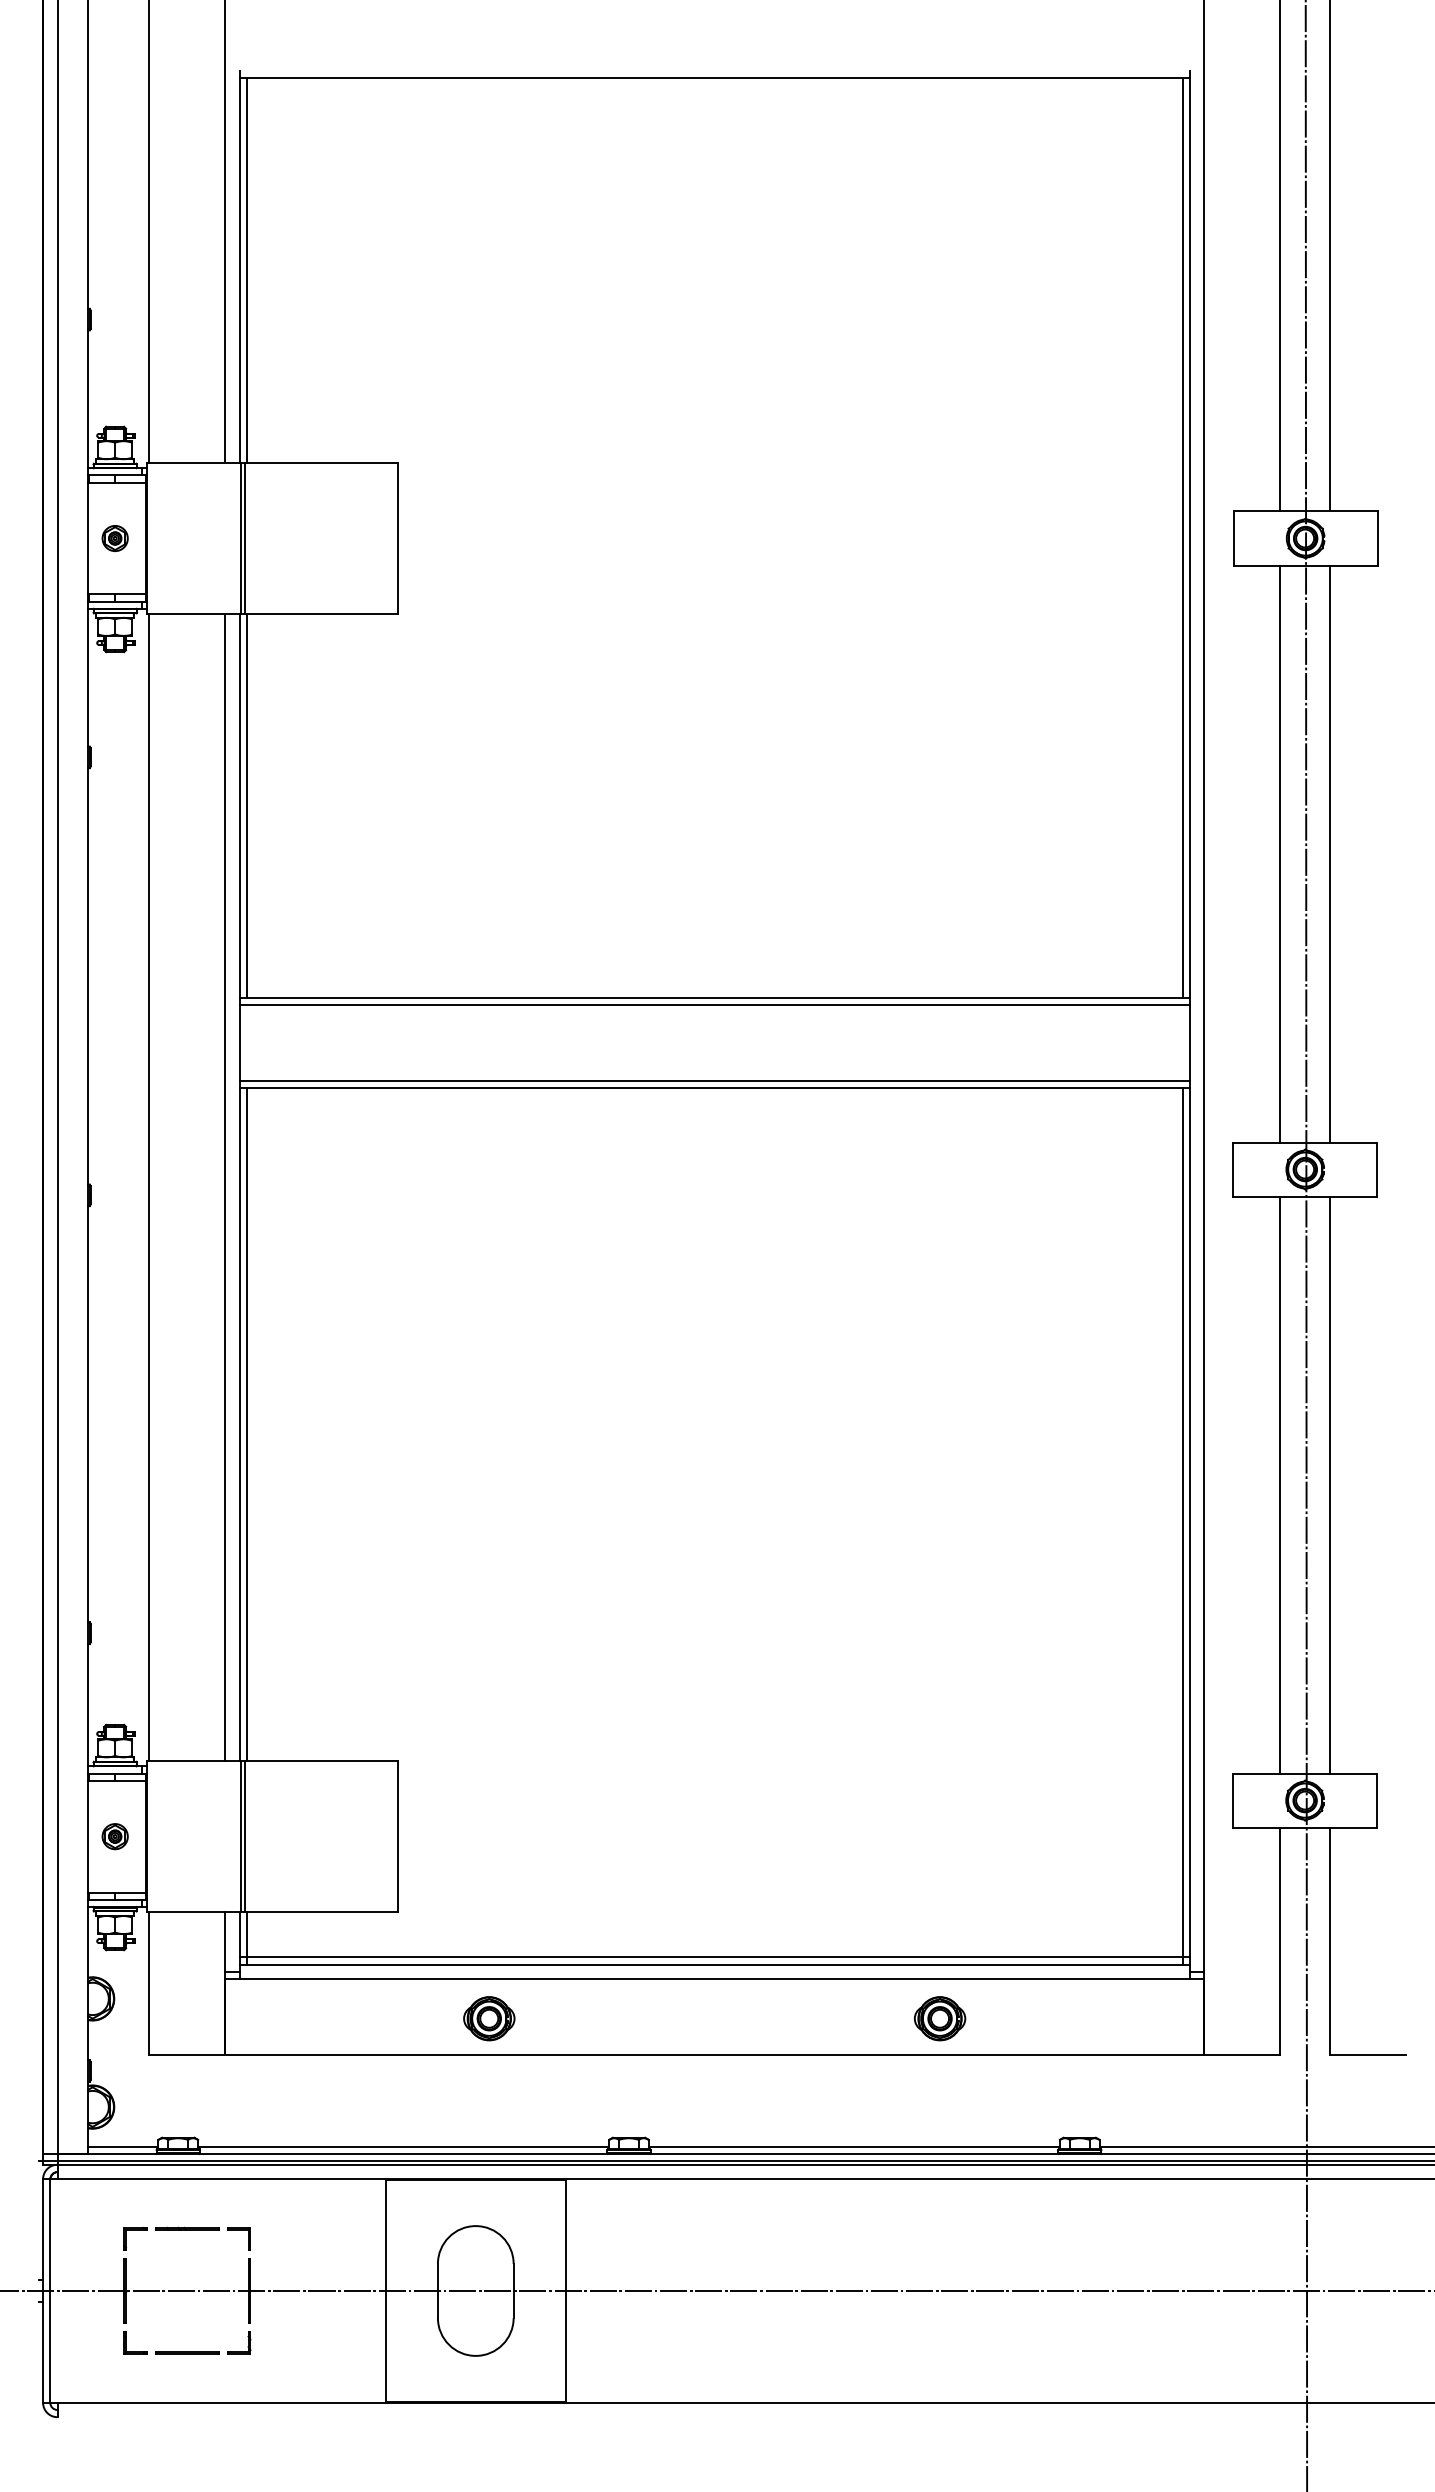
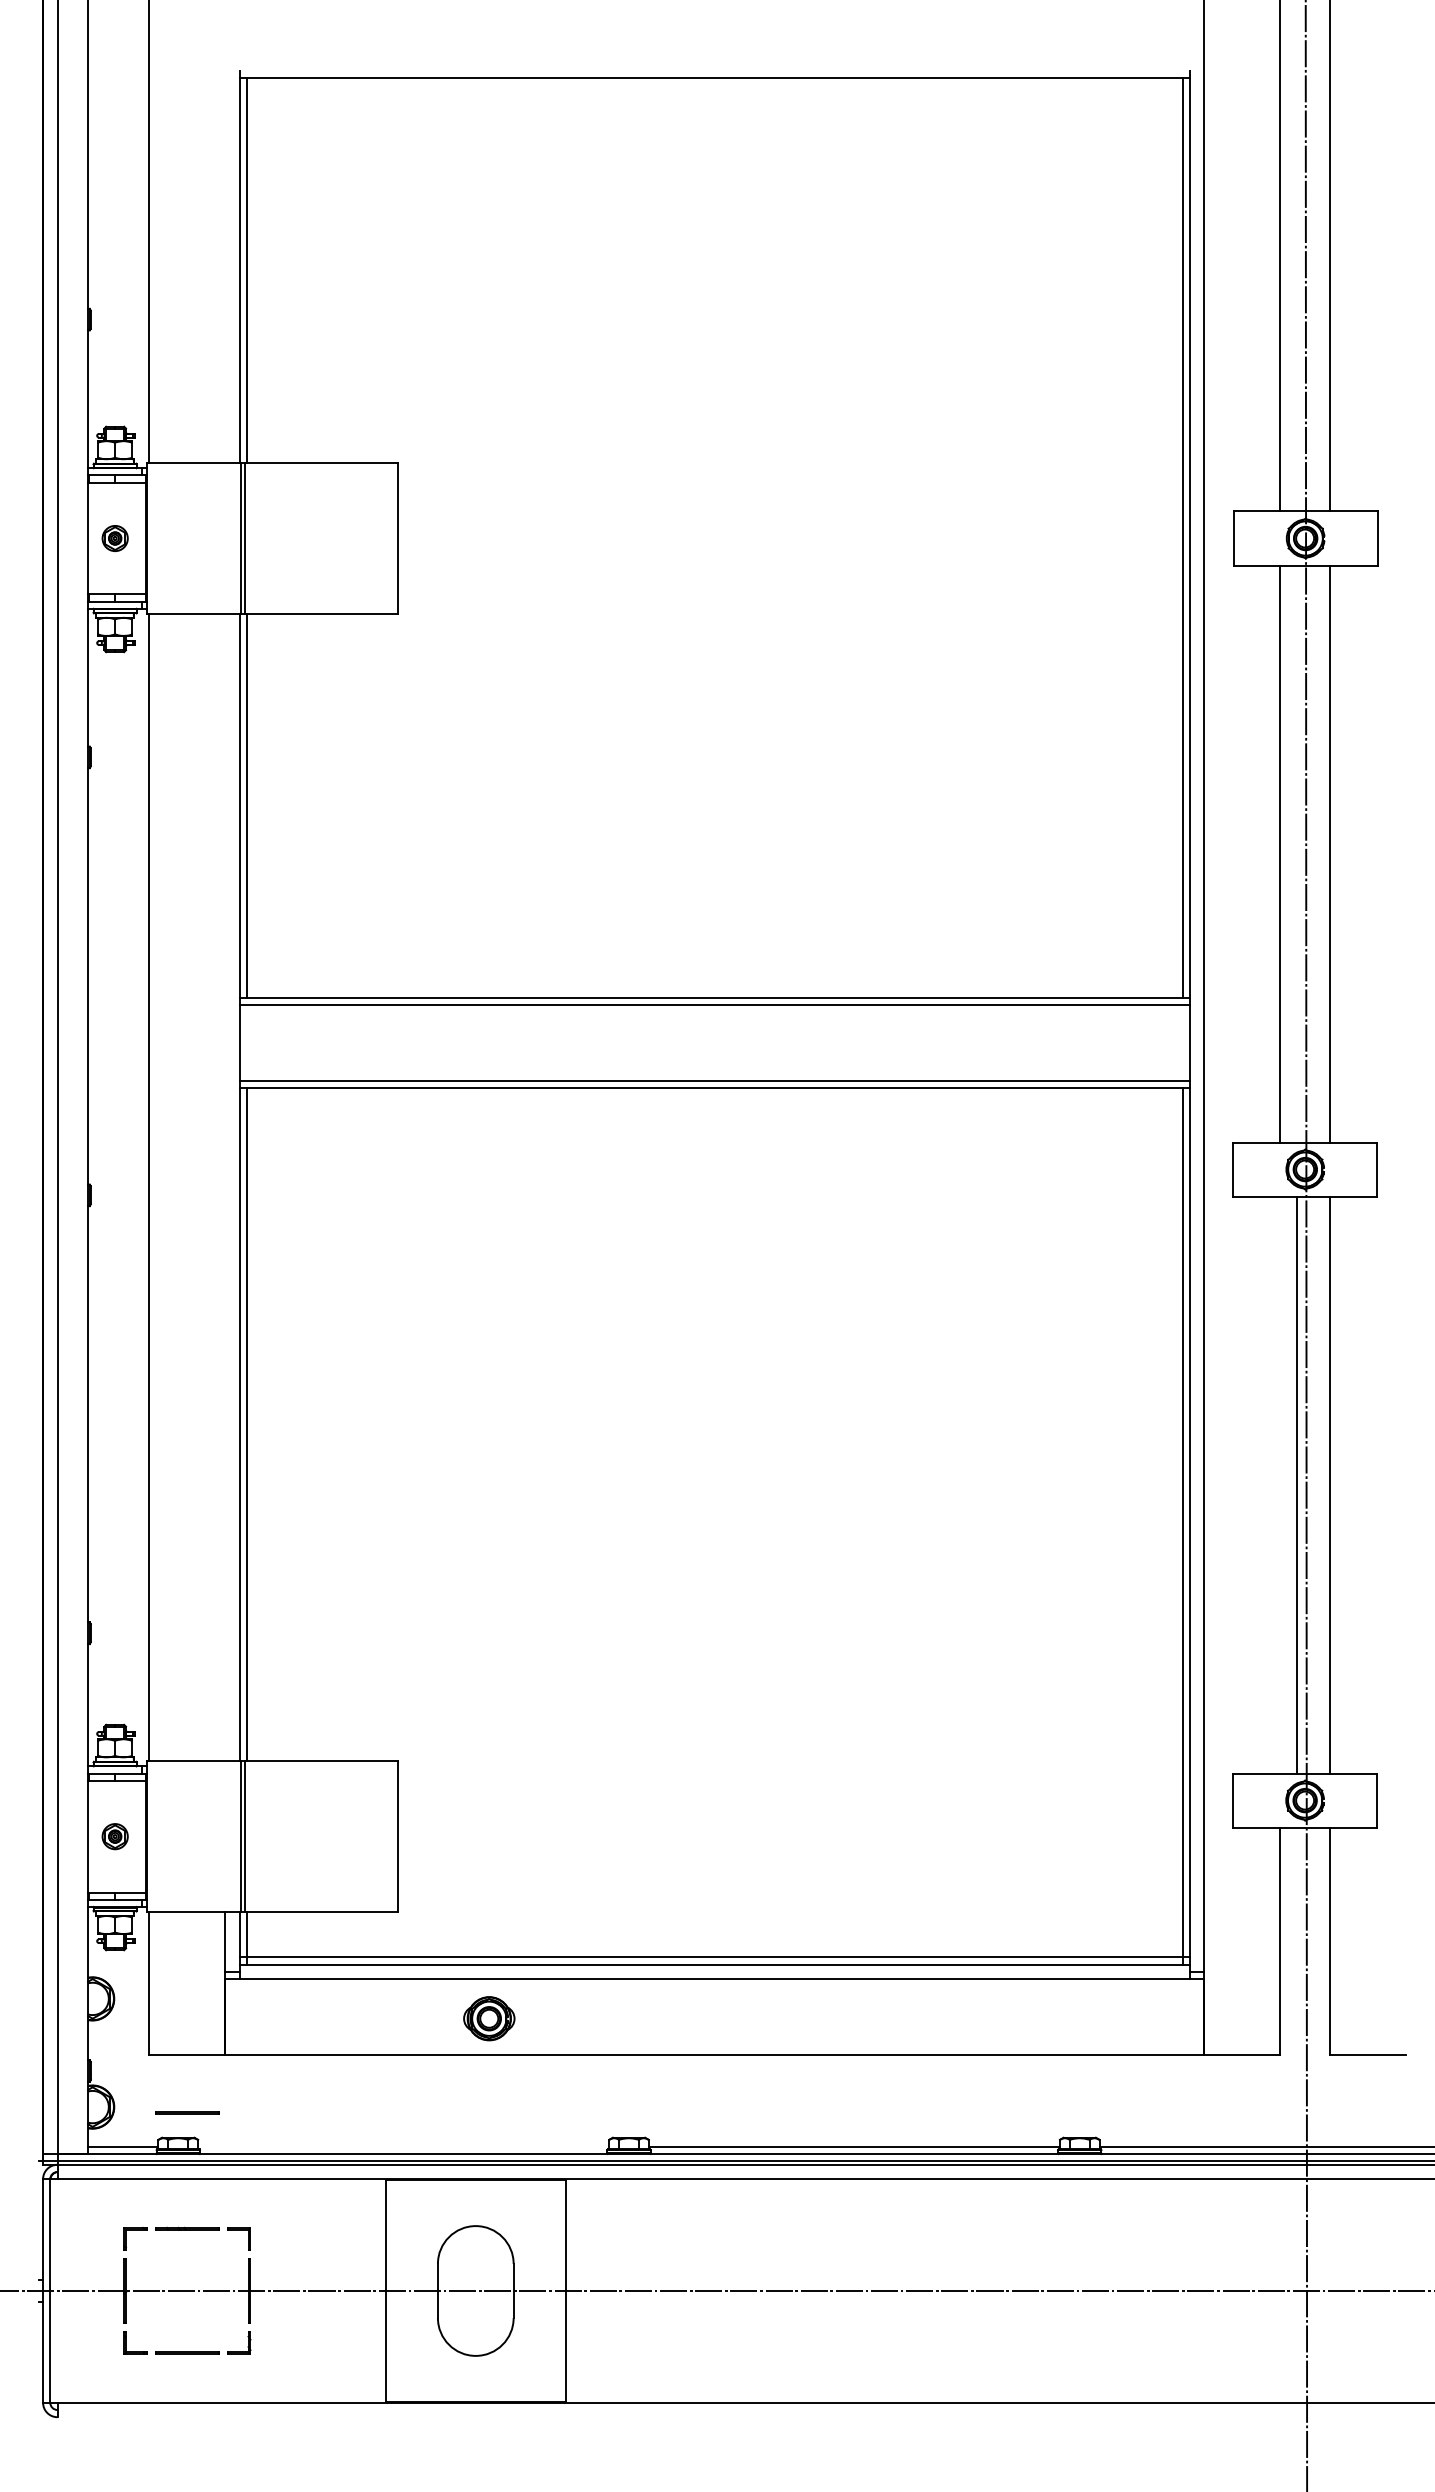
line at (225, 232): present -> none
line at (225, 1187): present -> none
line at (1279, 1484) position: (1279, 1484) -> (1296, 1484)
part at (939, 2018): present -> none
line at (187, 2112): none -> present
line at (403, 2146): present -> none
